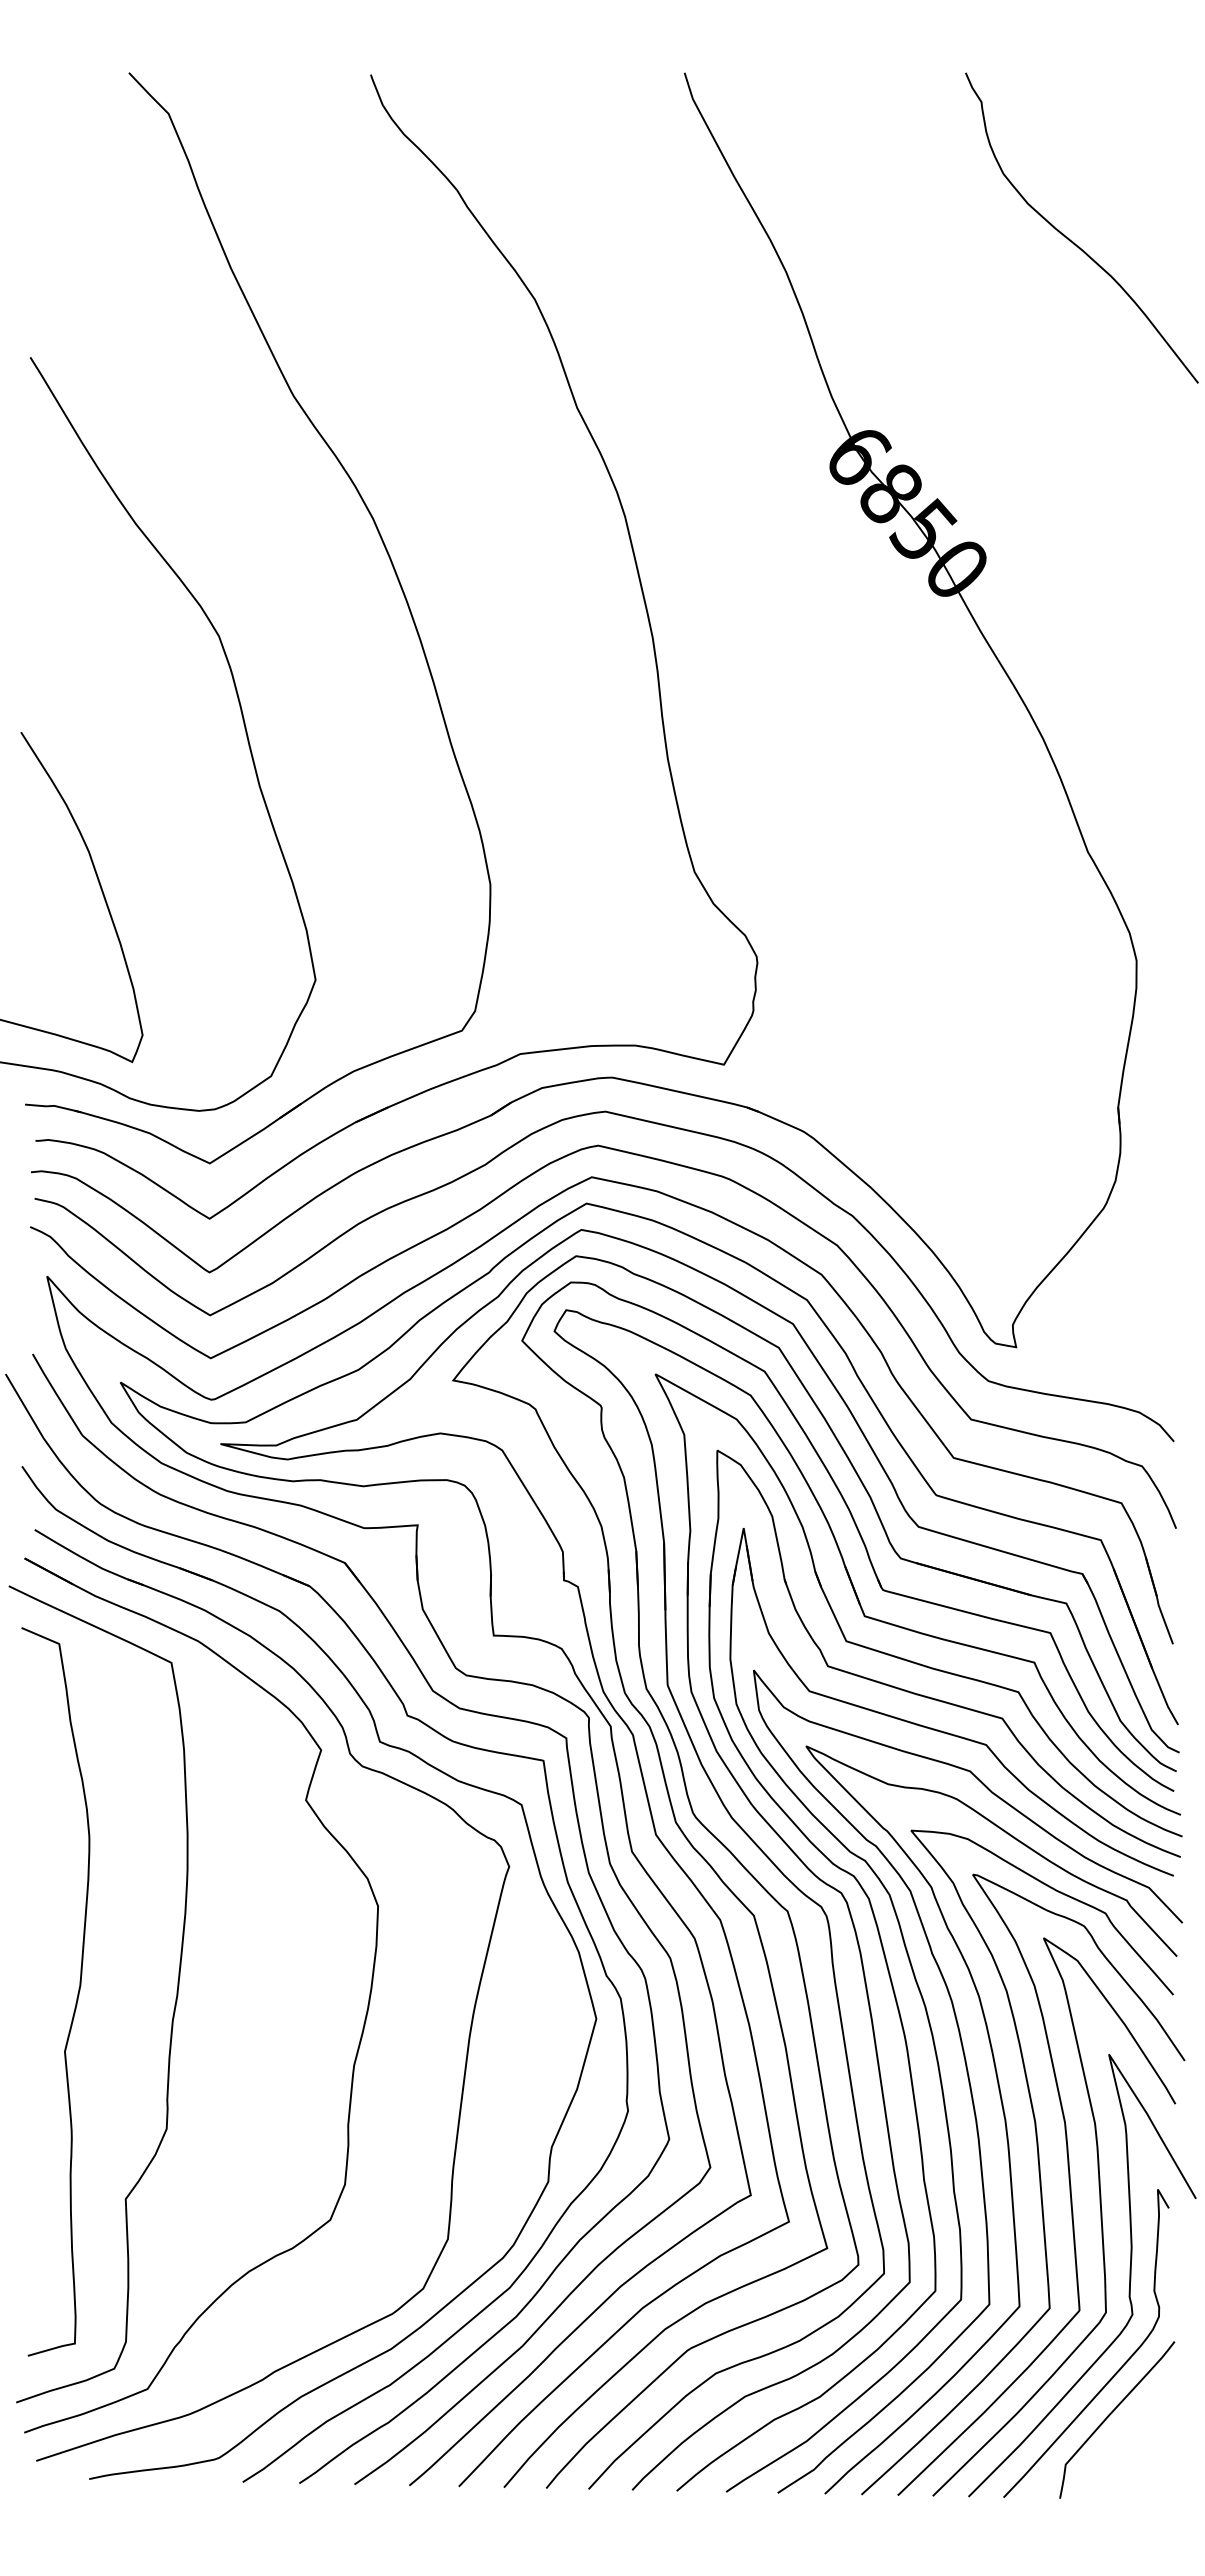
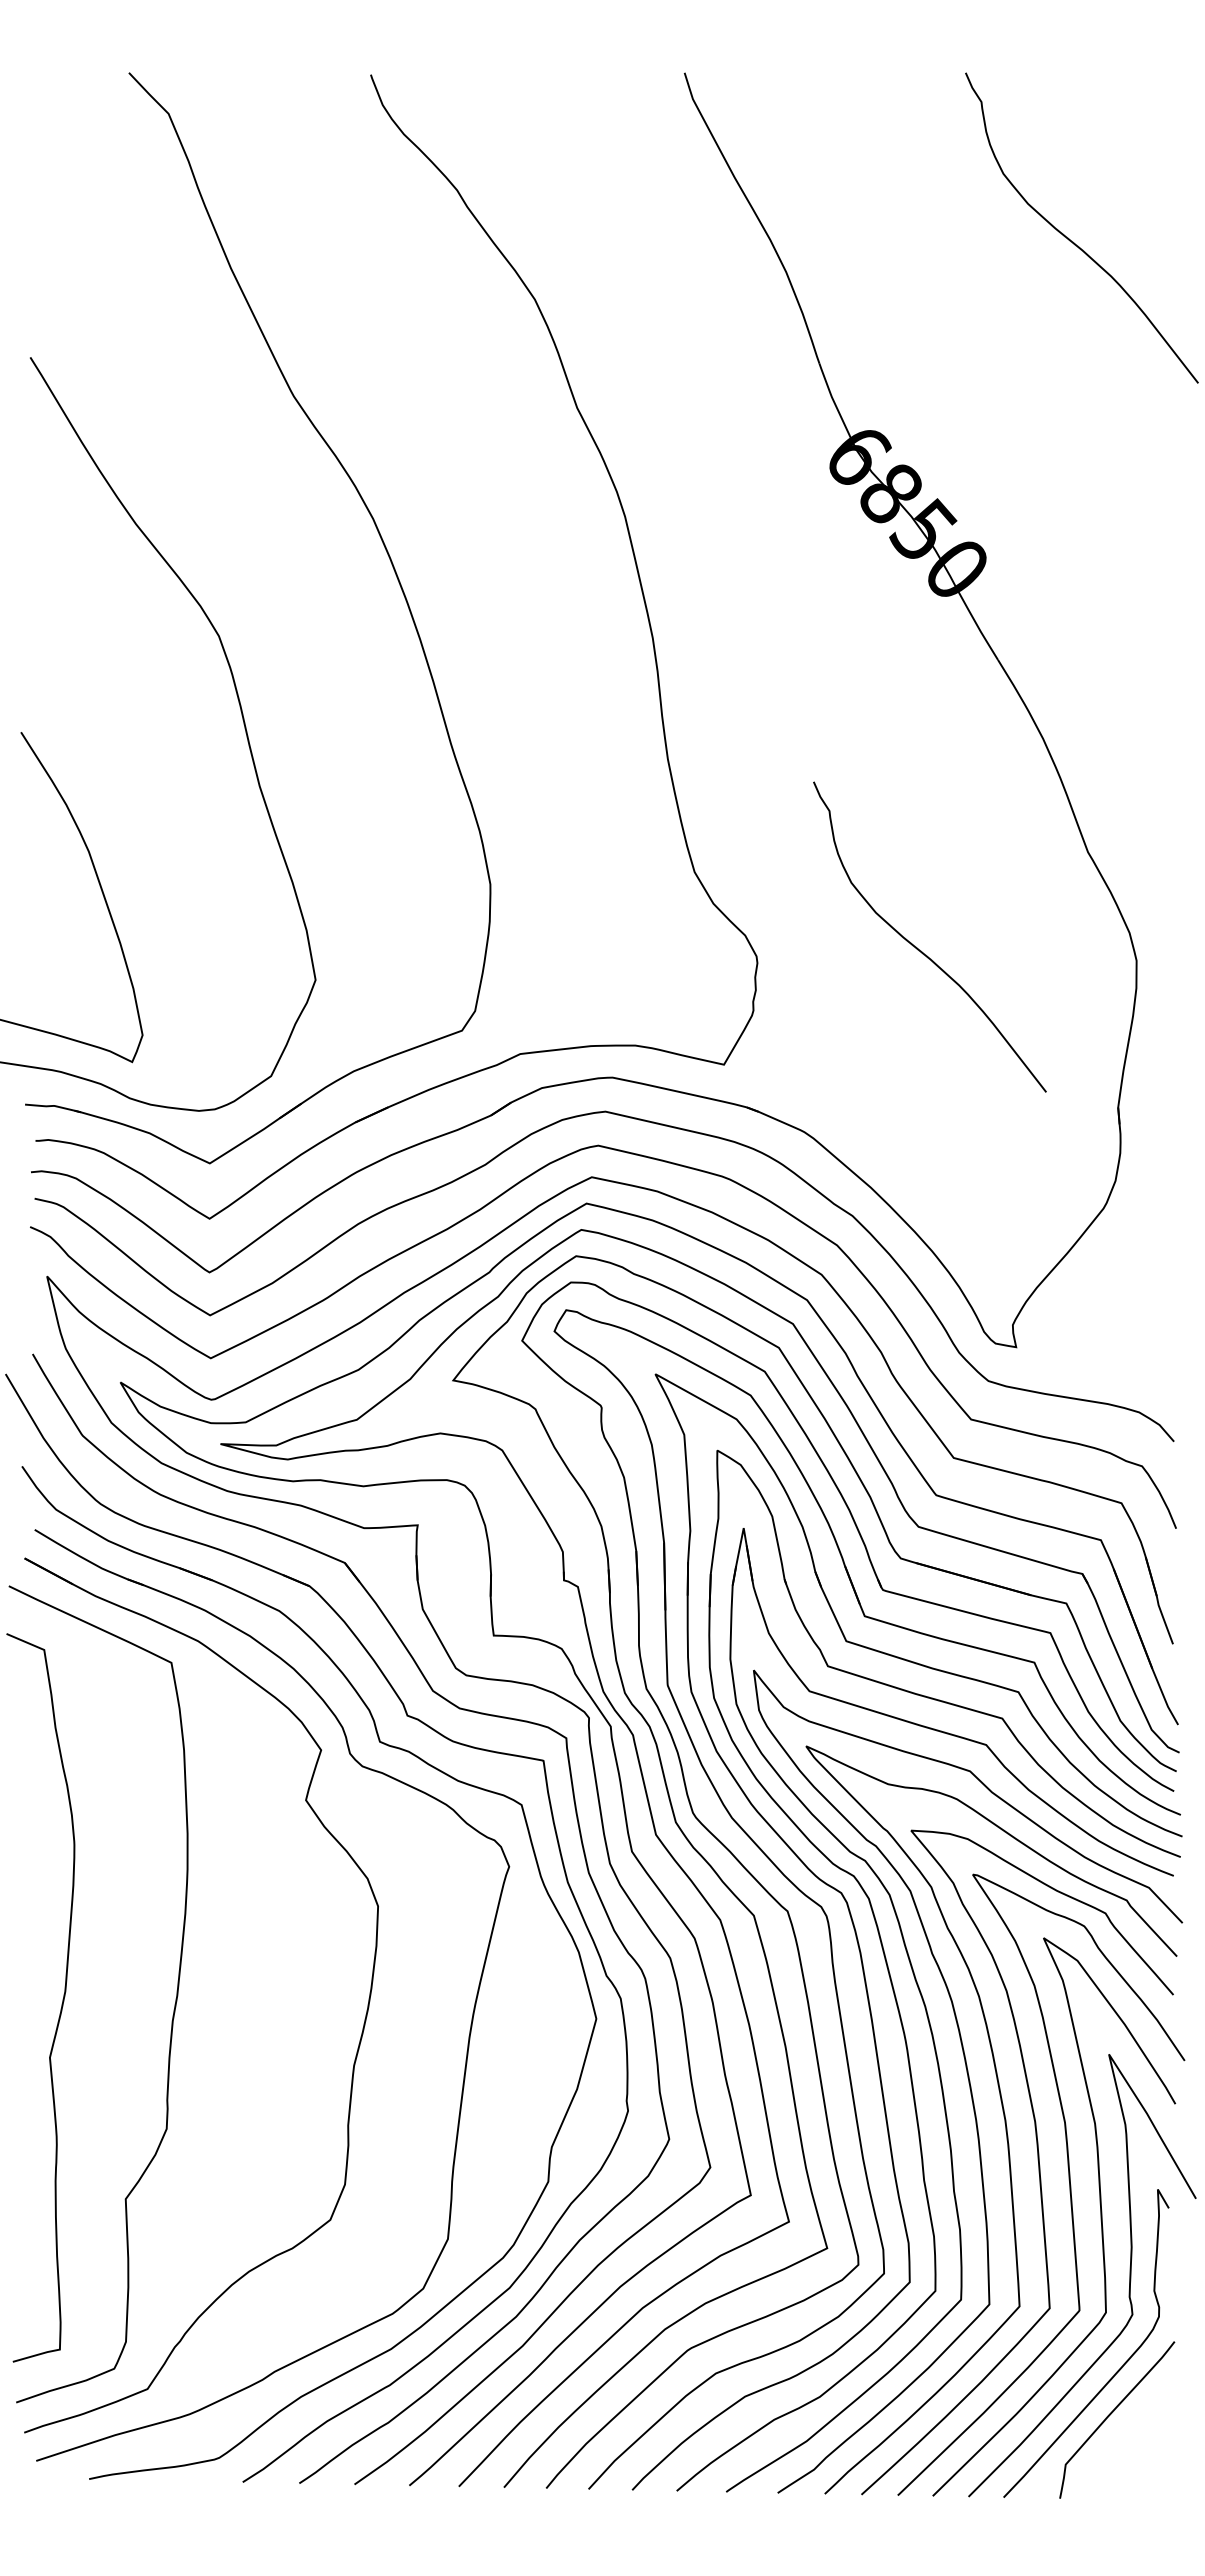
curve at (921, 950): none -> present
curve at (77, 1993) position: (77, 1993) -> (62, 1999)
